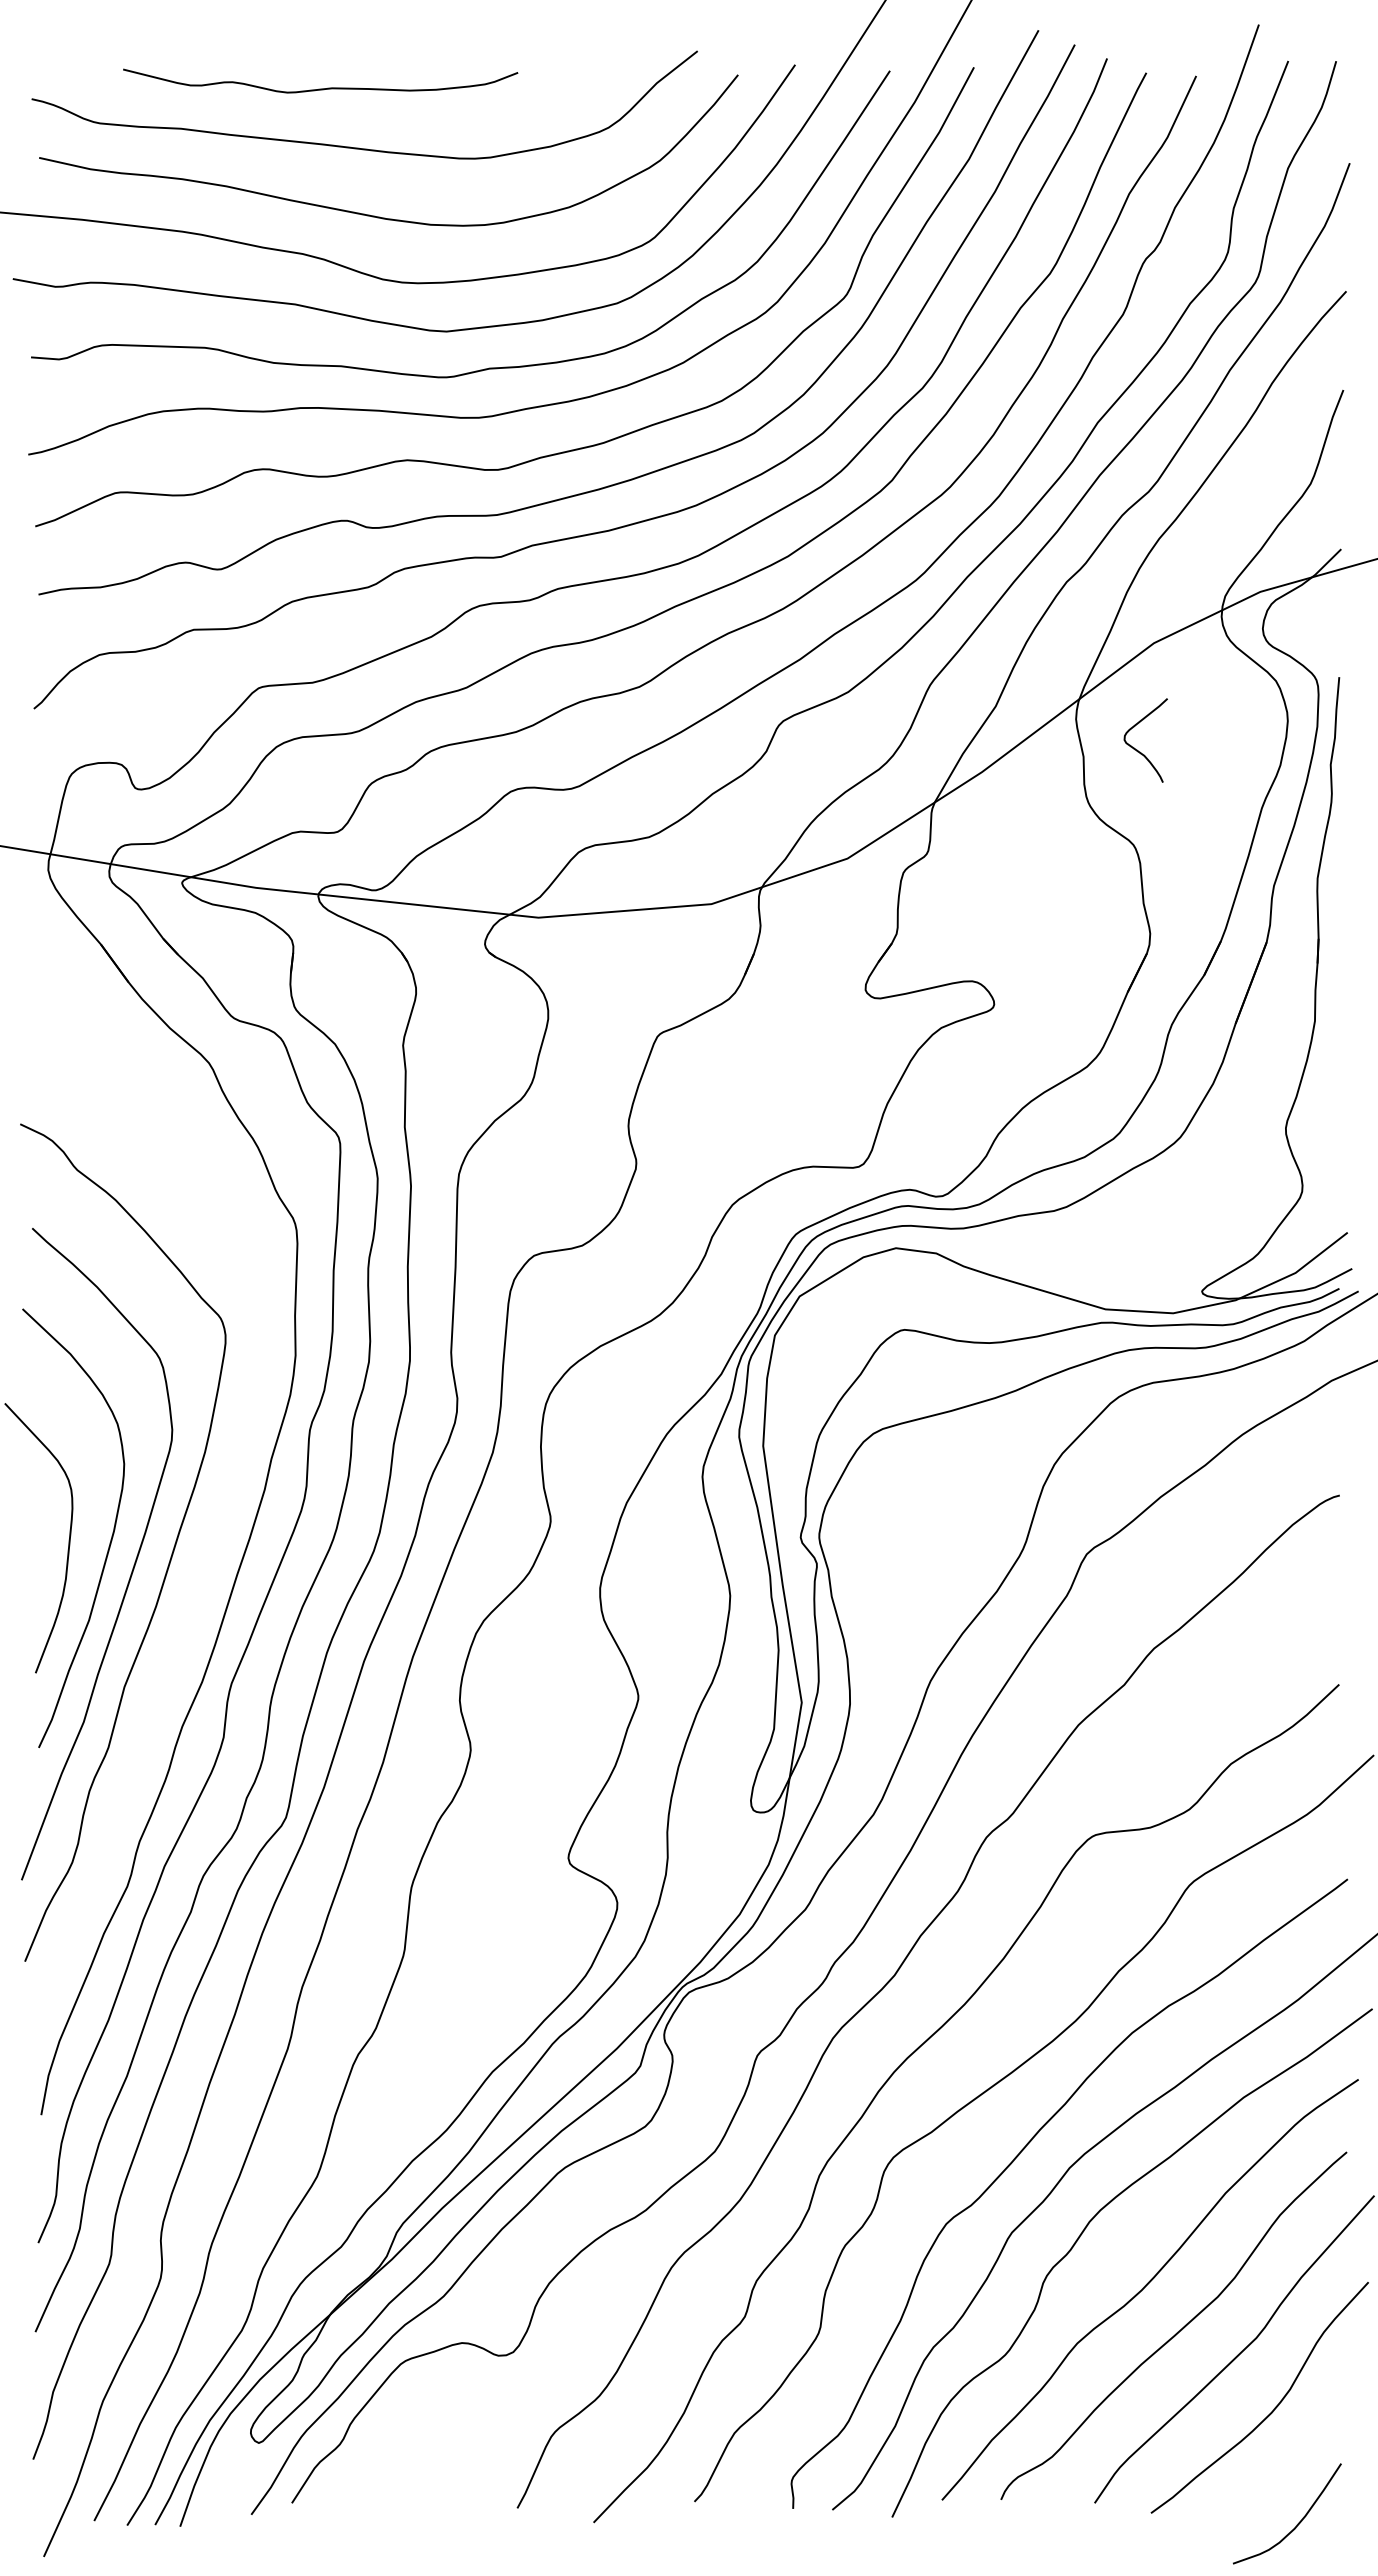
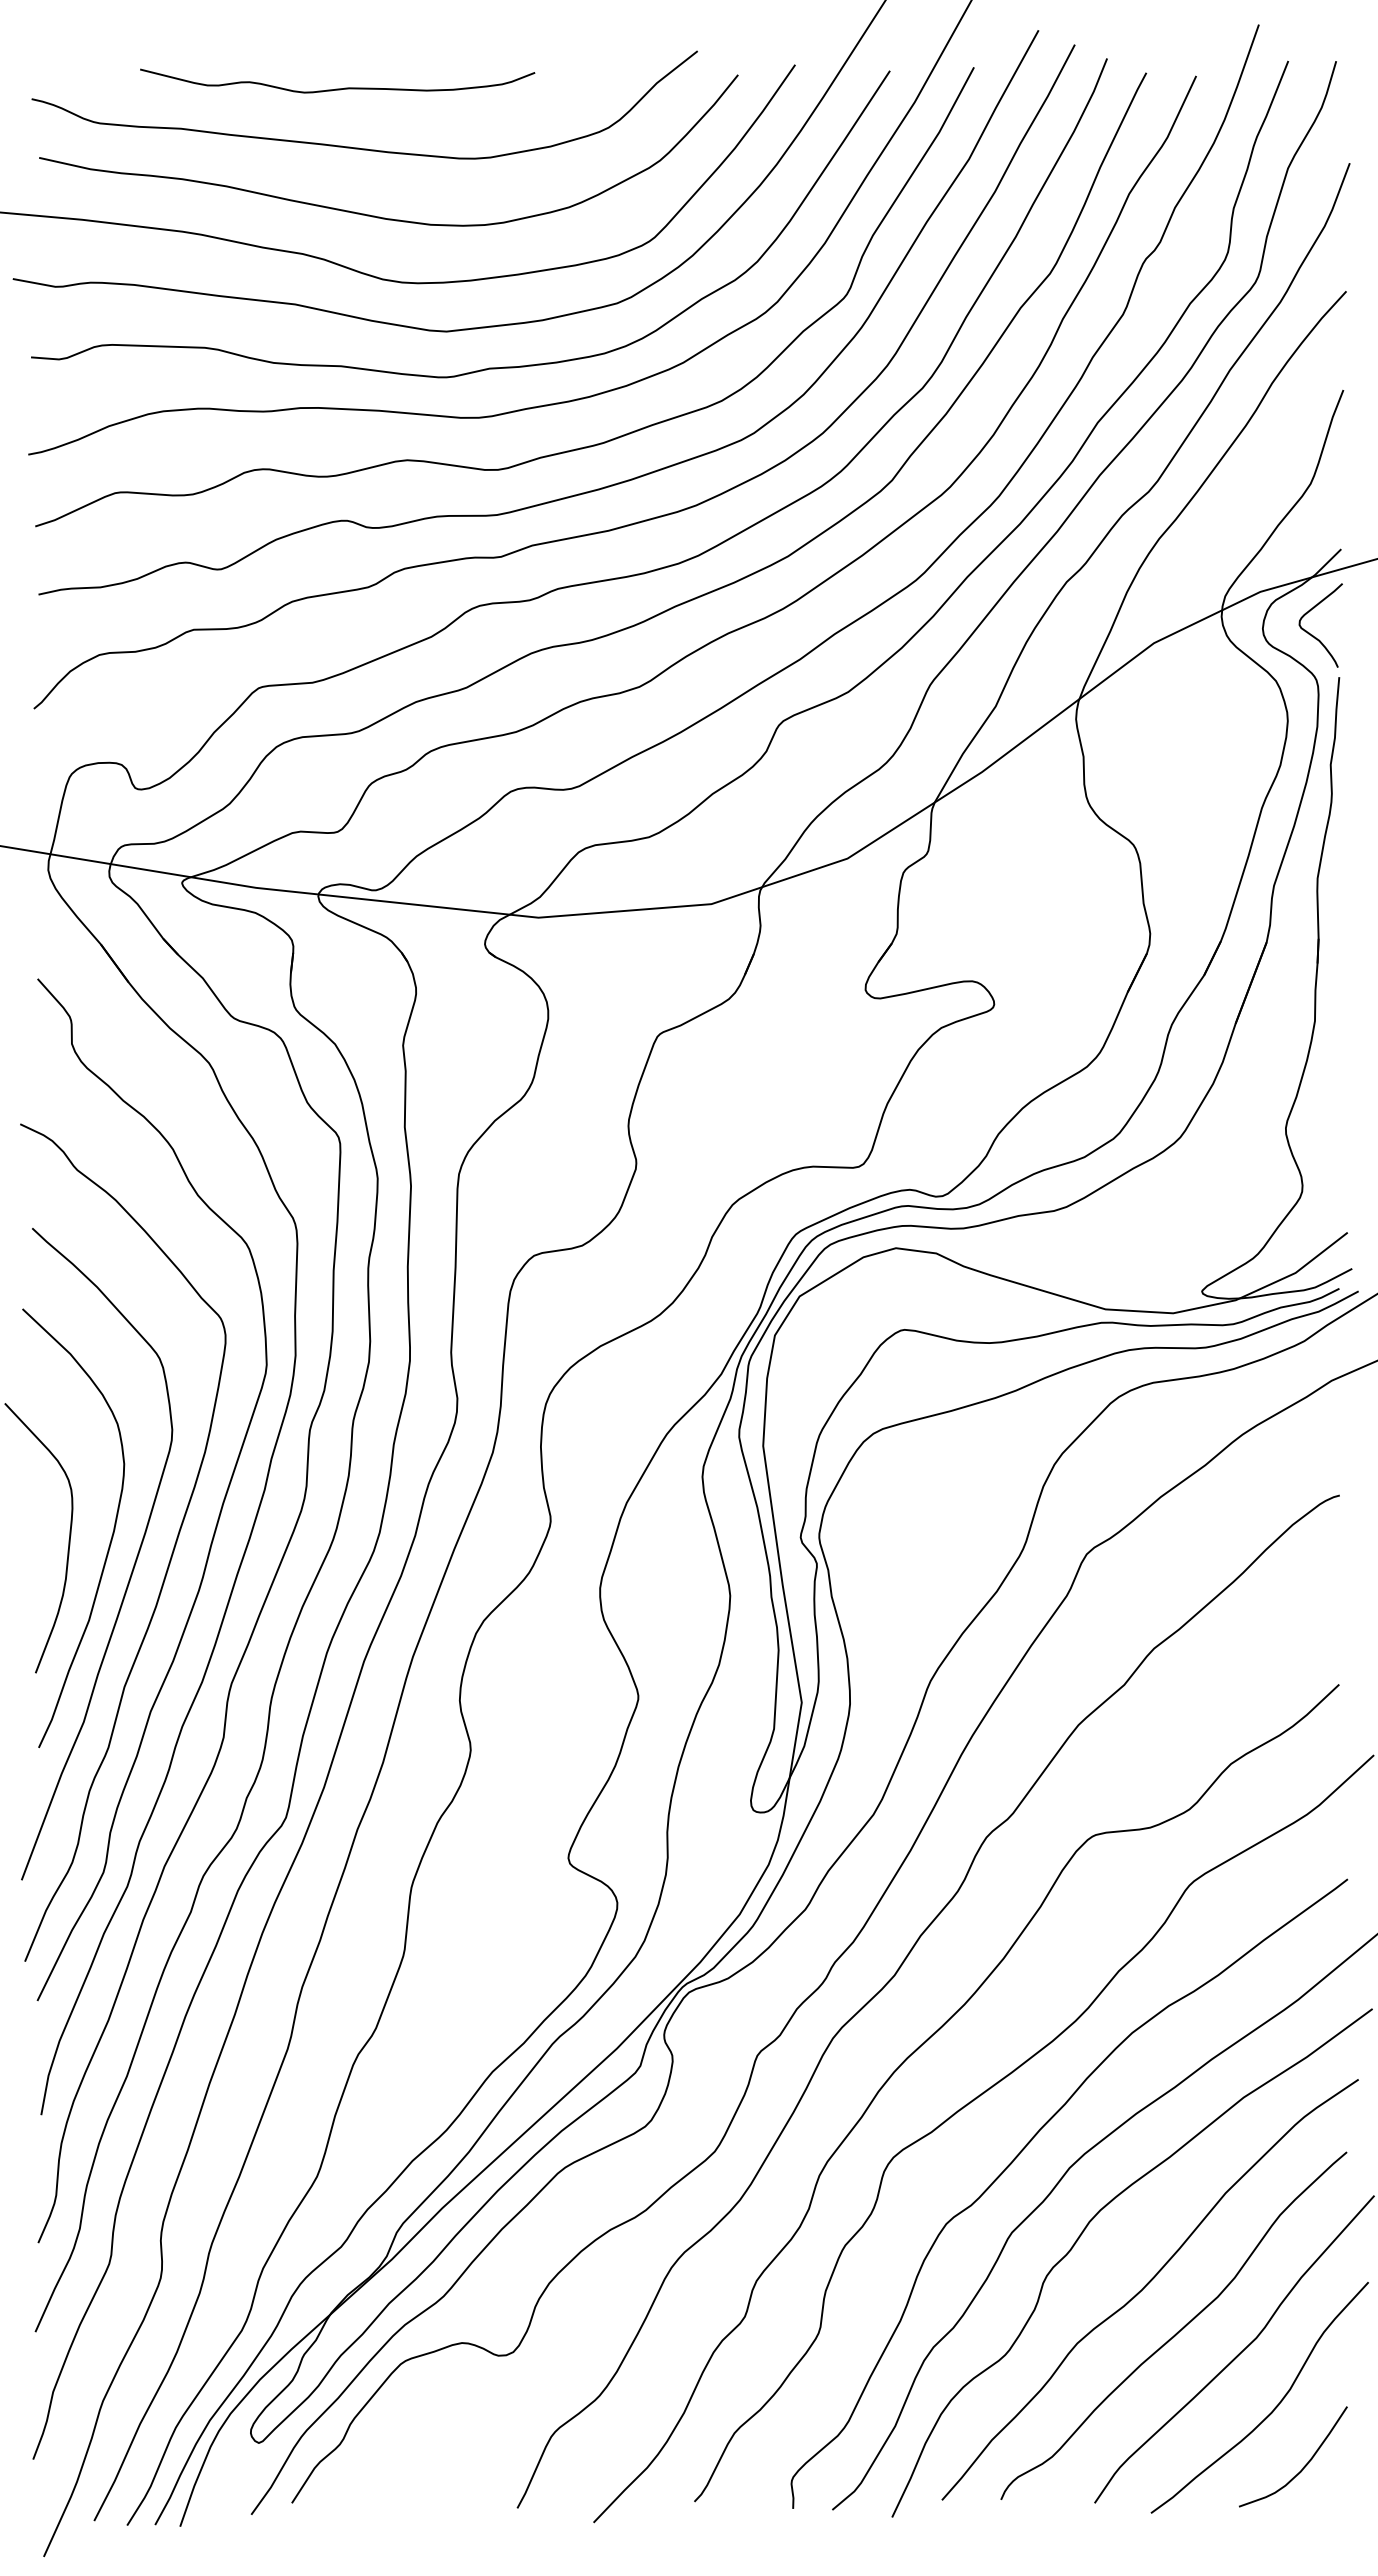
curve at (320, 88) position: (320, 88) -> (337, 88)
curve at (1137, 749) position: (1137, 749) -> (1312, 634)
curve at (220, 1508): none -> present
curve at (1297, 2523) position: (1297, 2523) -> (1303, 2466)
